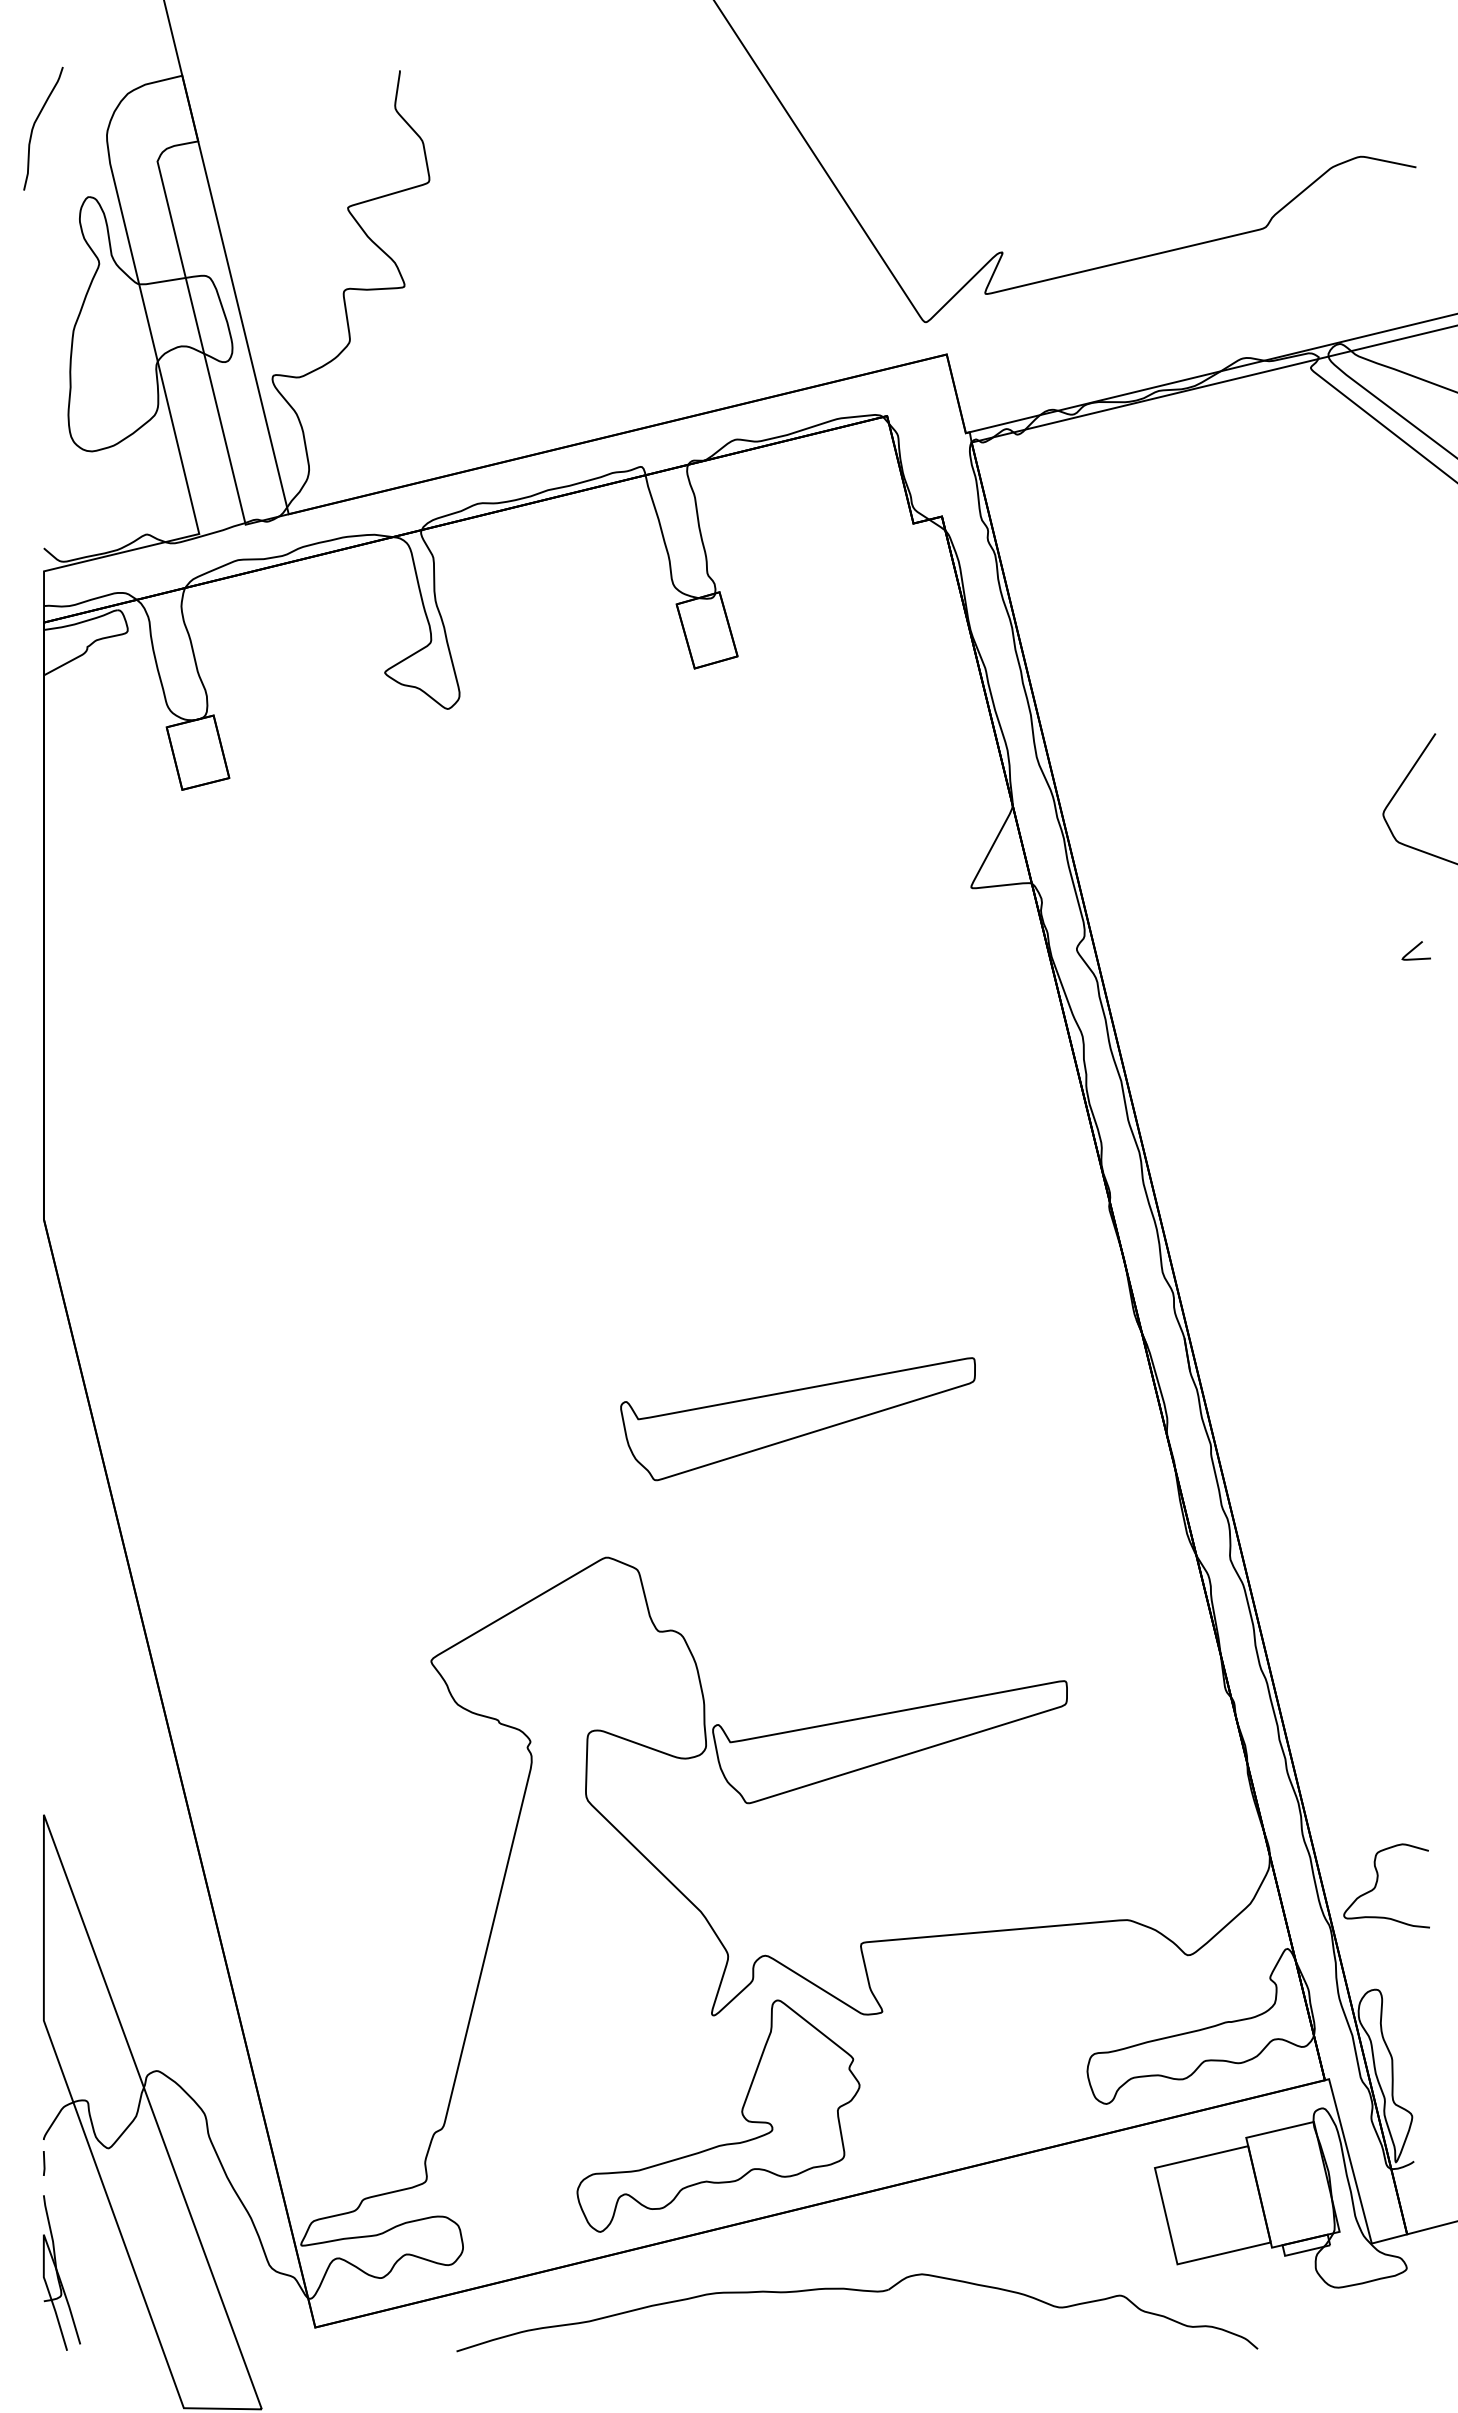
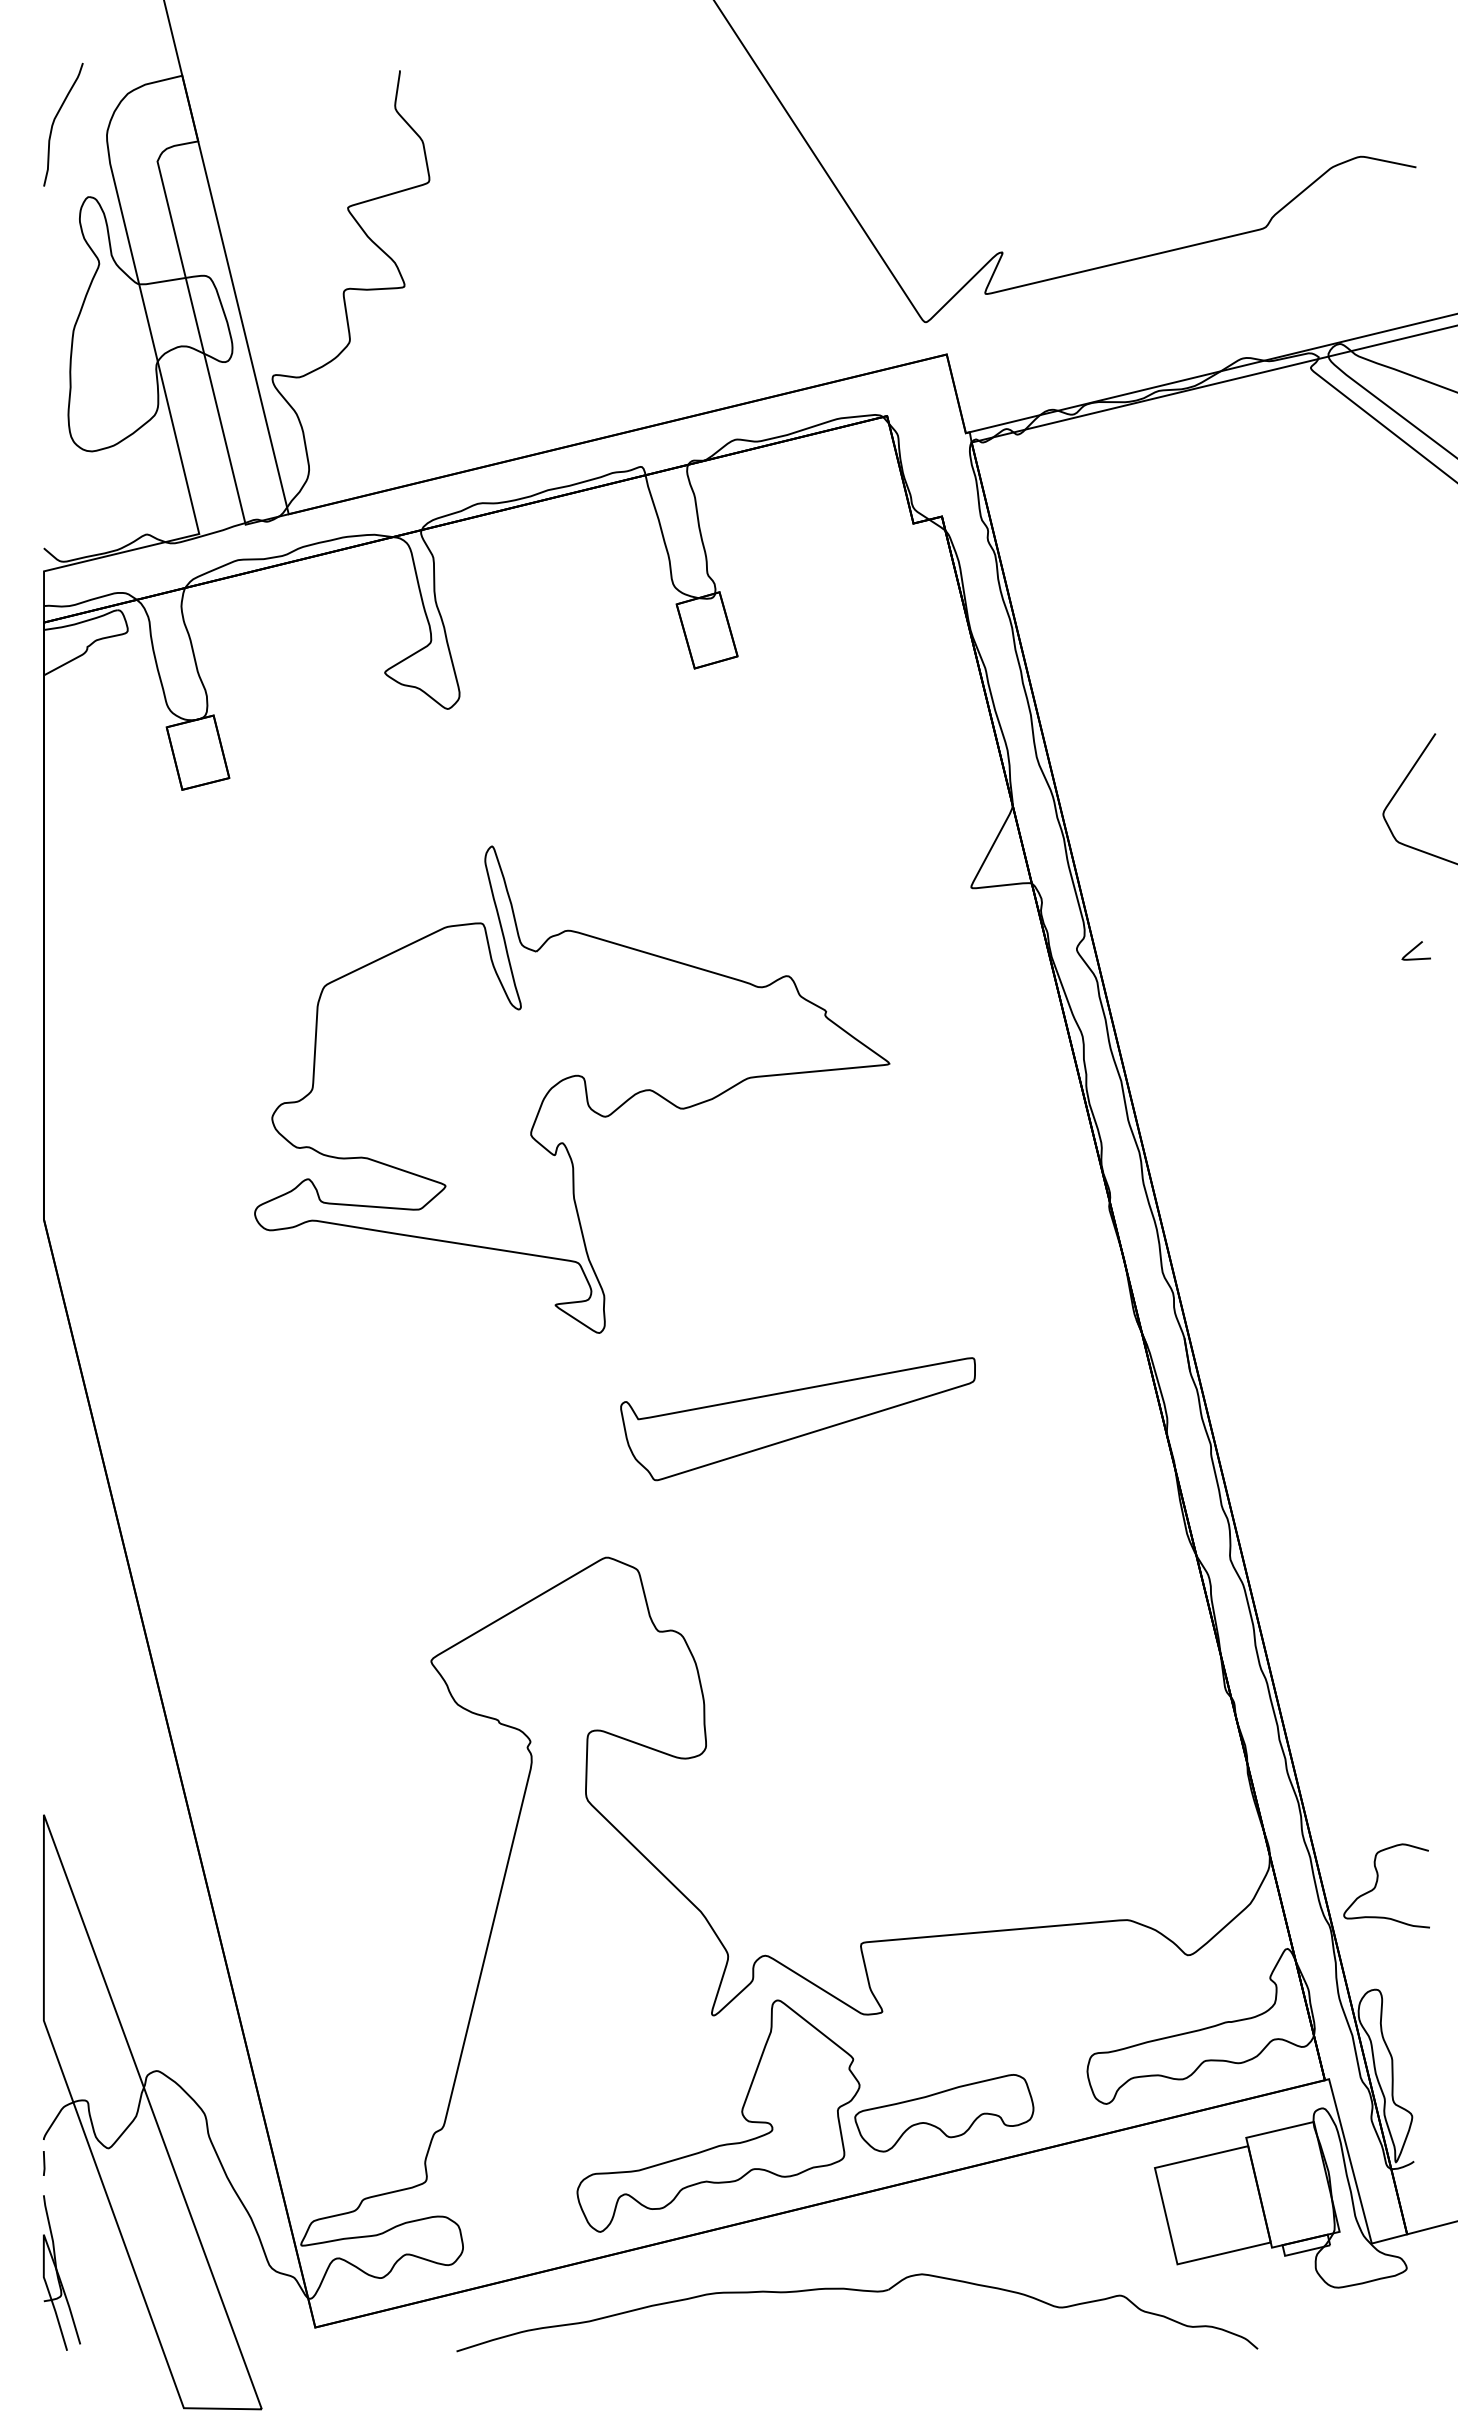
curve at (35, 124) position: (35, 124) -> (55, 120)
part at (570, 1078): none -> present
part at (889, 1742): present -> none
part at (944, 2113): none -> present
